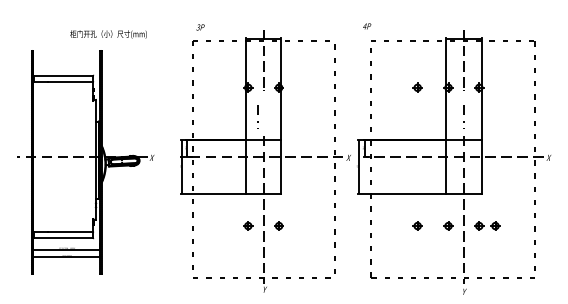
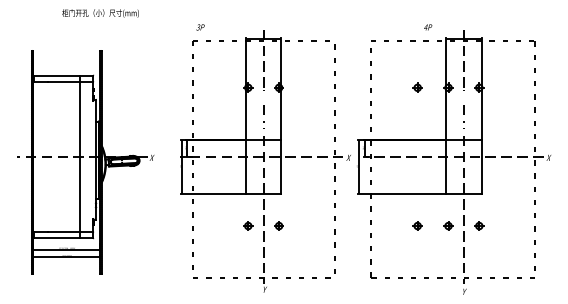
text at (367, 26) position: (367, 26) -> (428, 27)
text at (108, 34) position: (108, 34) -> (100, 13)
part at (257, 116) position: (257, 116) -> (263, 116)
line at (79, 156): none -> present
part at (495, 225): present -> none
